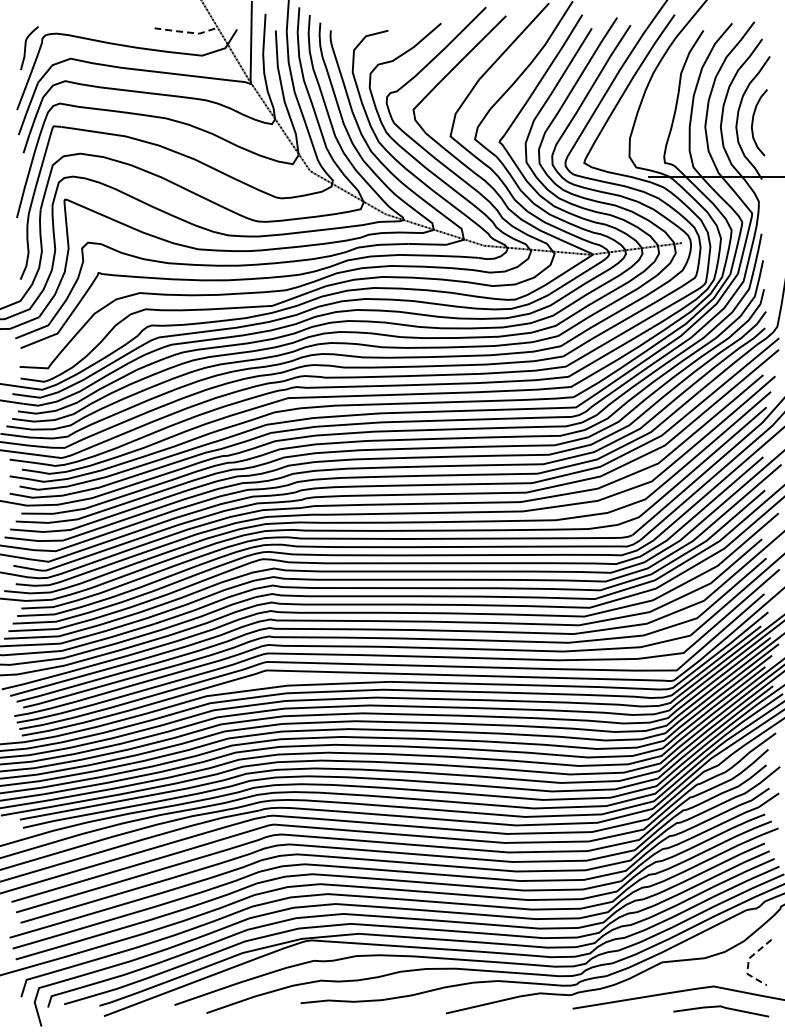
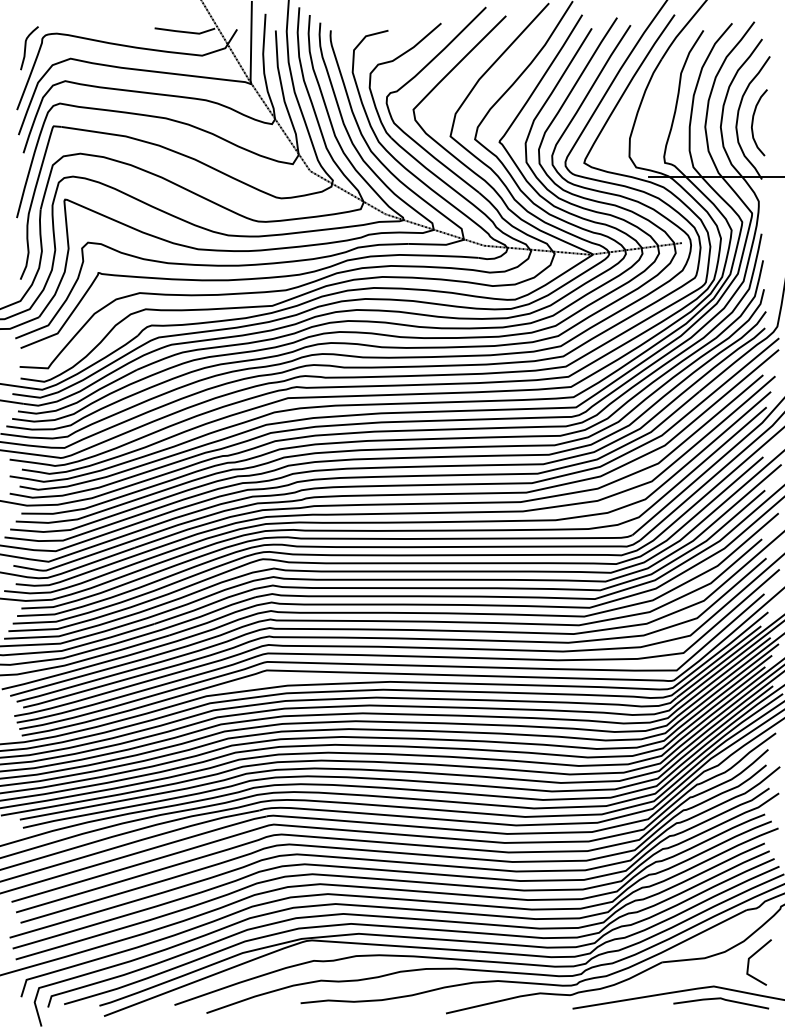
line at (184, 32): dashed -> solid
line at (748, 963): dashed -> solid
line at (723, 1008) position: (723, 1008) -> (723, 1000)
